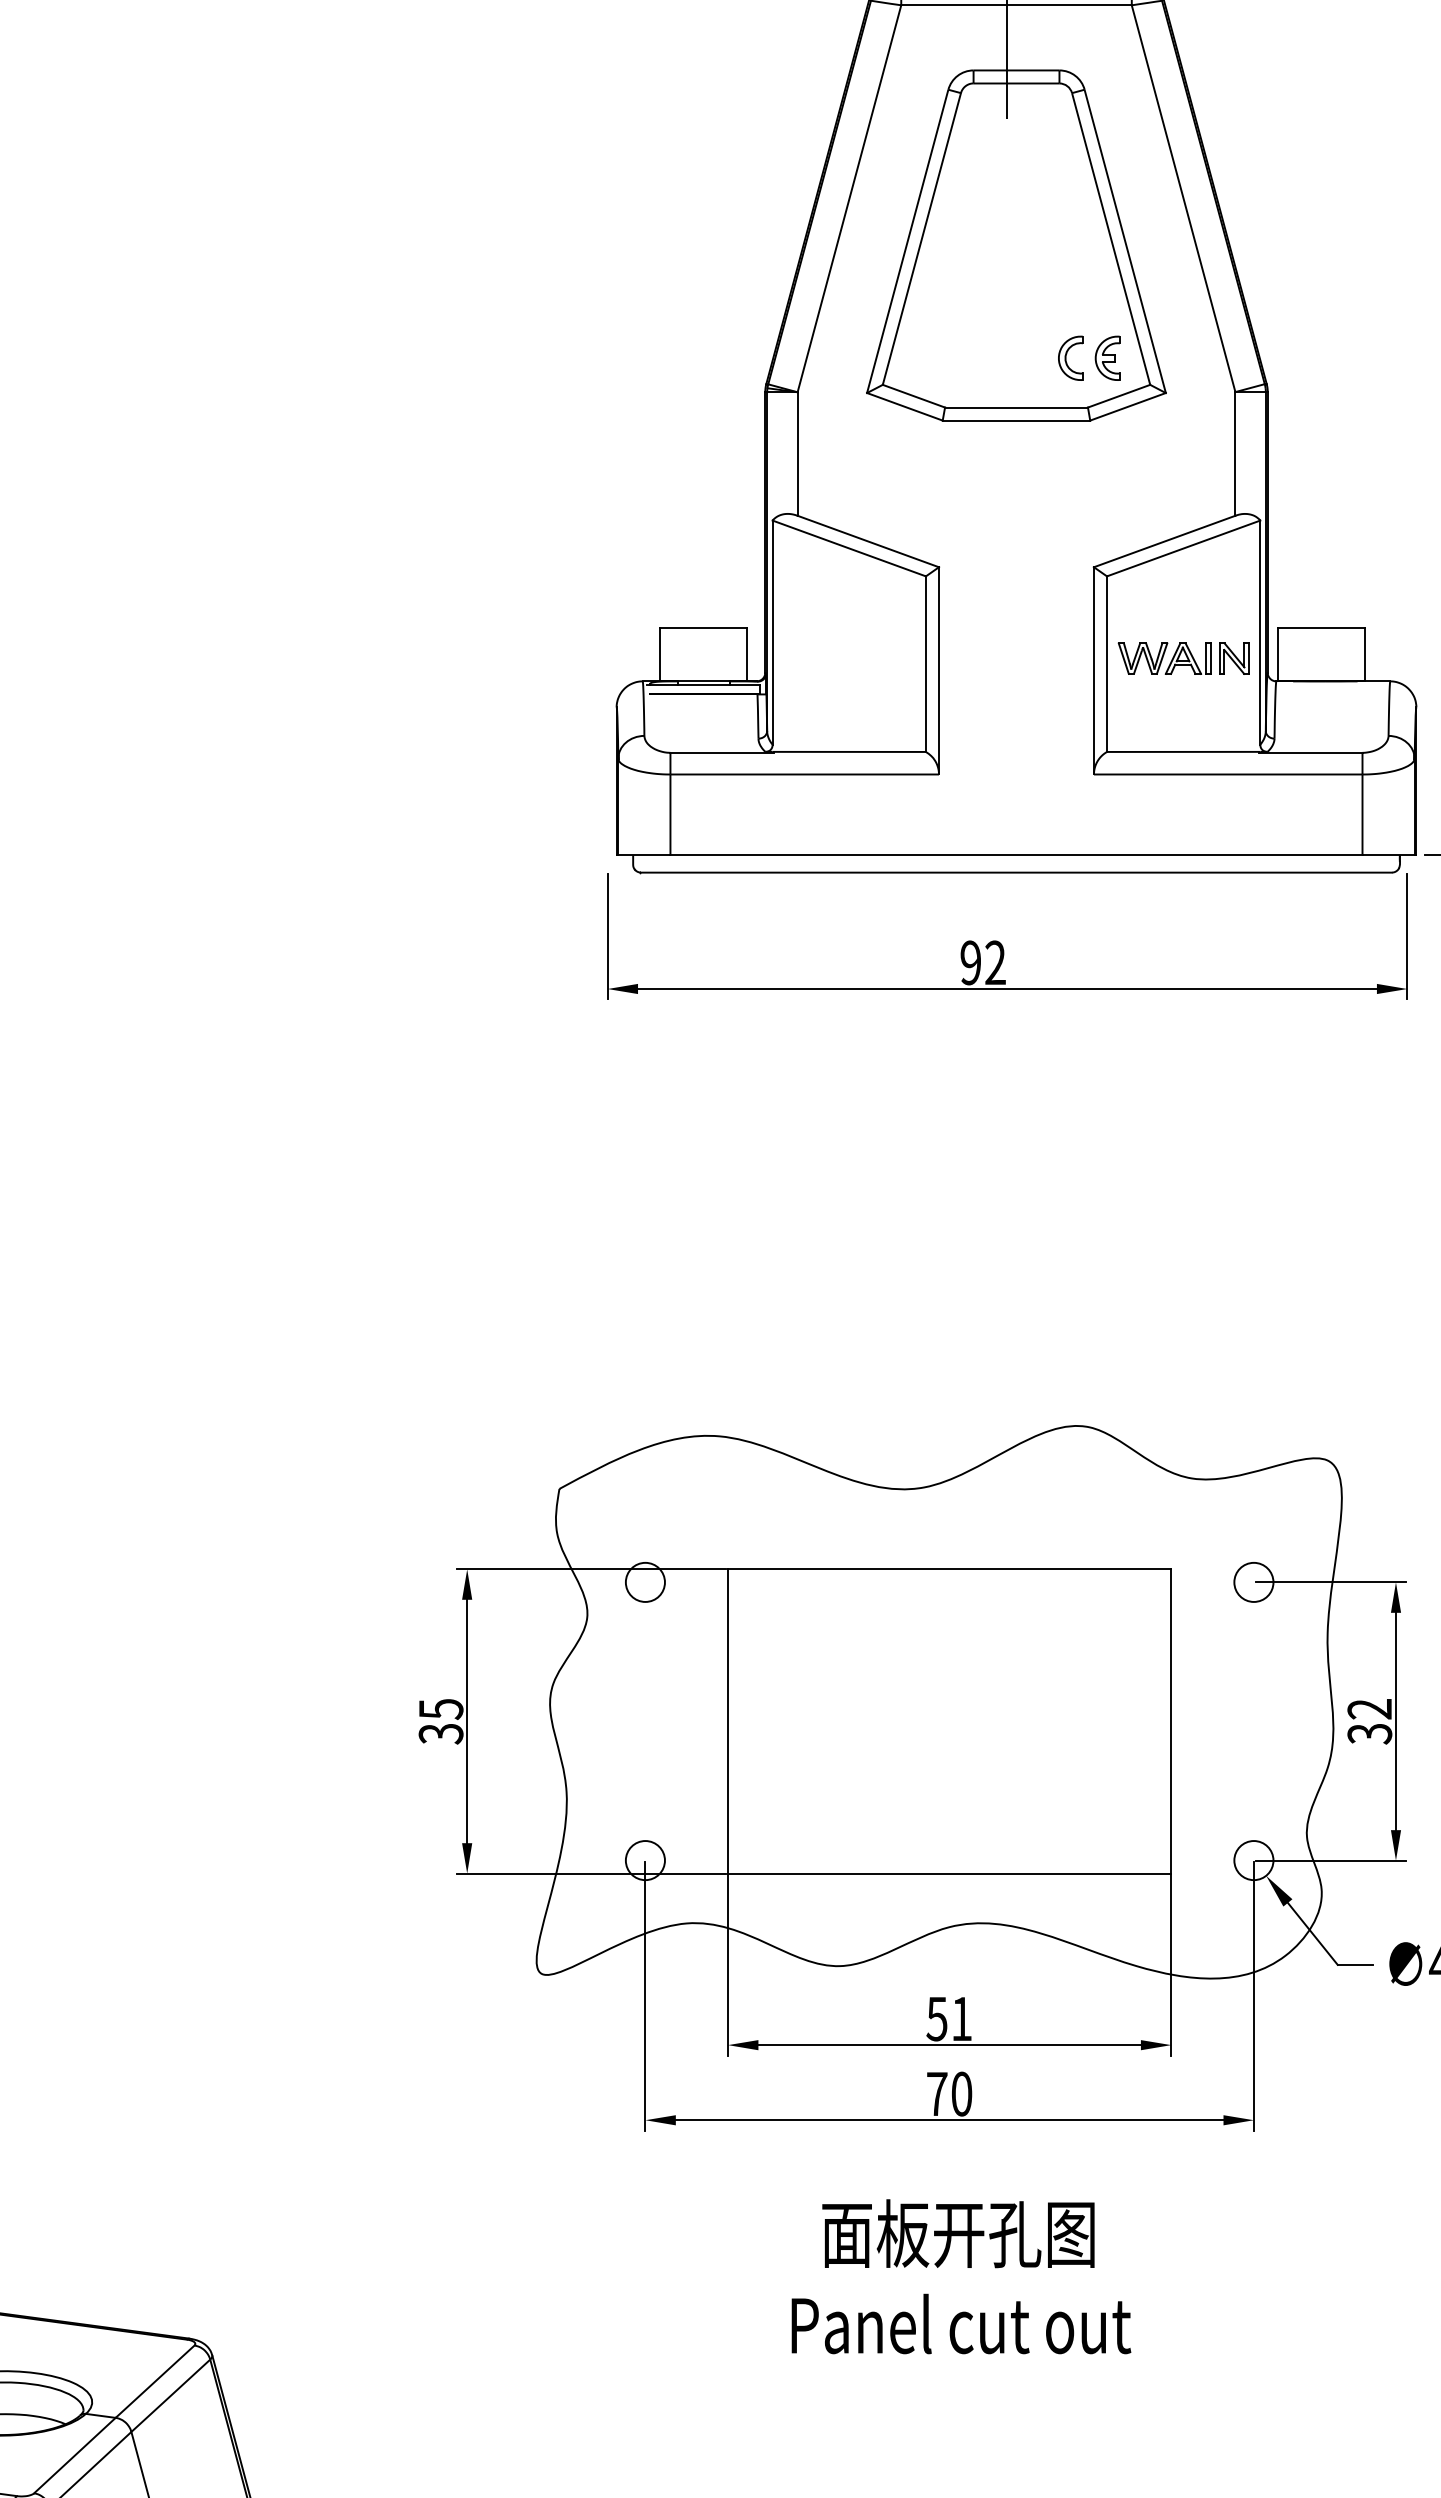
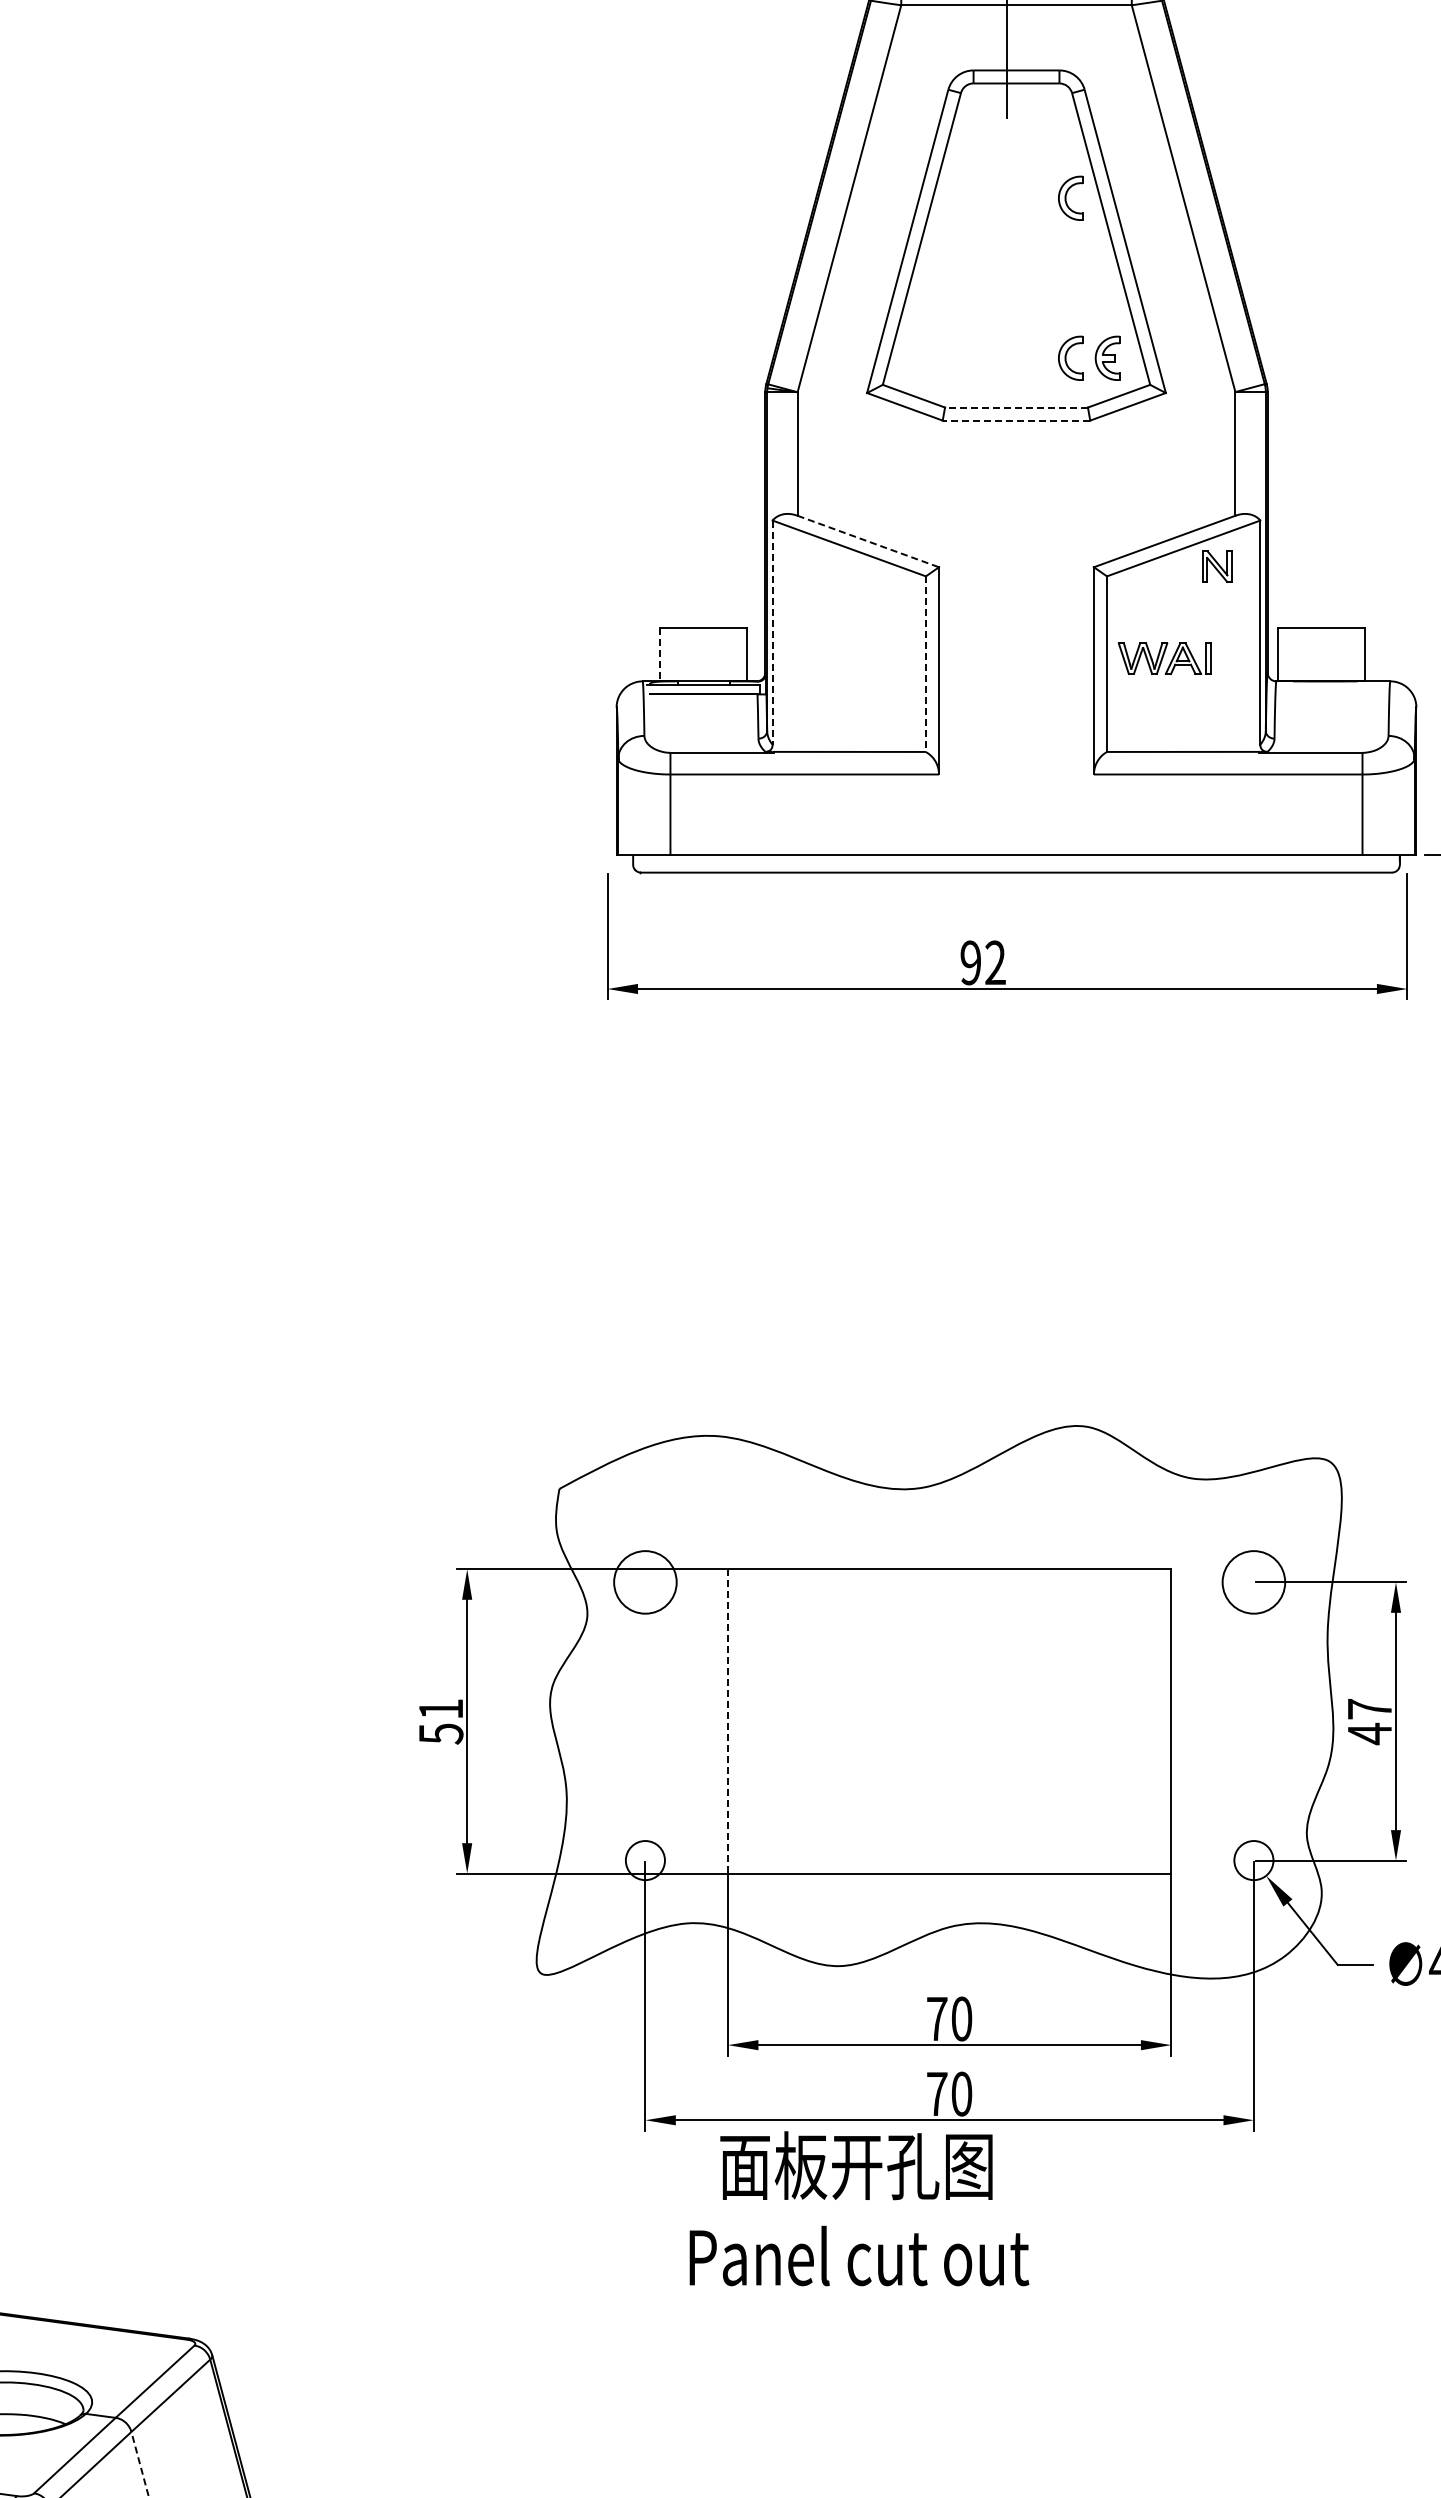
part at (1070, 197): none -> present
line at (1016, 407): solid -> dashed
line at (1016, 420): solid -> dashed
line at (868, 541): solid -> dashed
line at (772, 633): solid -> dashed
line at (660, 654): solid -> dashed
part at (1234, 658) position: (1234, 658) -> (1217, 566)
line at (925, 664): solid -> dashed
circle at (644, 1581) diameter: 39 px -> 63 px
circle at (1253, 1581) diameter: 39 px -> 63 px
text at (440, 1721): 35 -> 51
line at (728, 1721): solid -> dashed
text at (1369, 1721): 32 -> 47
text at (949, 2018): 51 -> 70
text at (961, 2276) position: (961, 2276) -> (859, 2208)
line at (140, 2464): solid -> dashed
